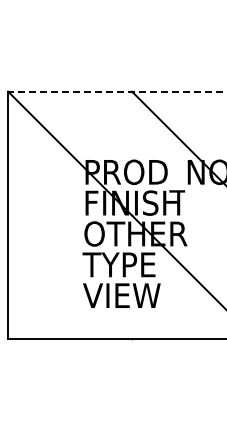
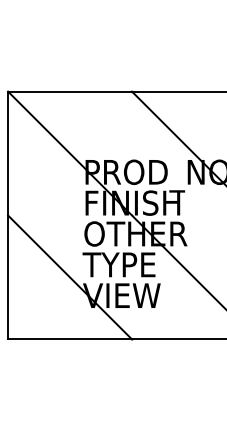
line at (117, 91): dashed -> solid
line at (70, 277): none -> present
